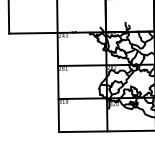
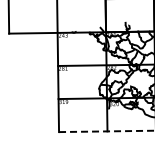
line at (106, 131): solid -> dashed
